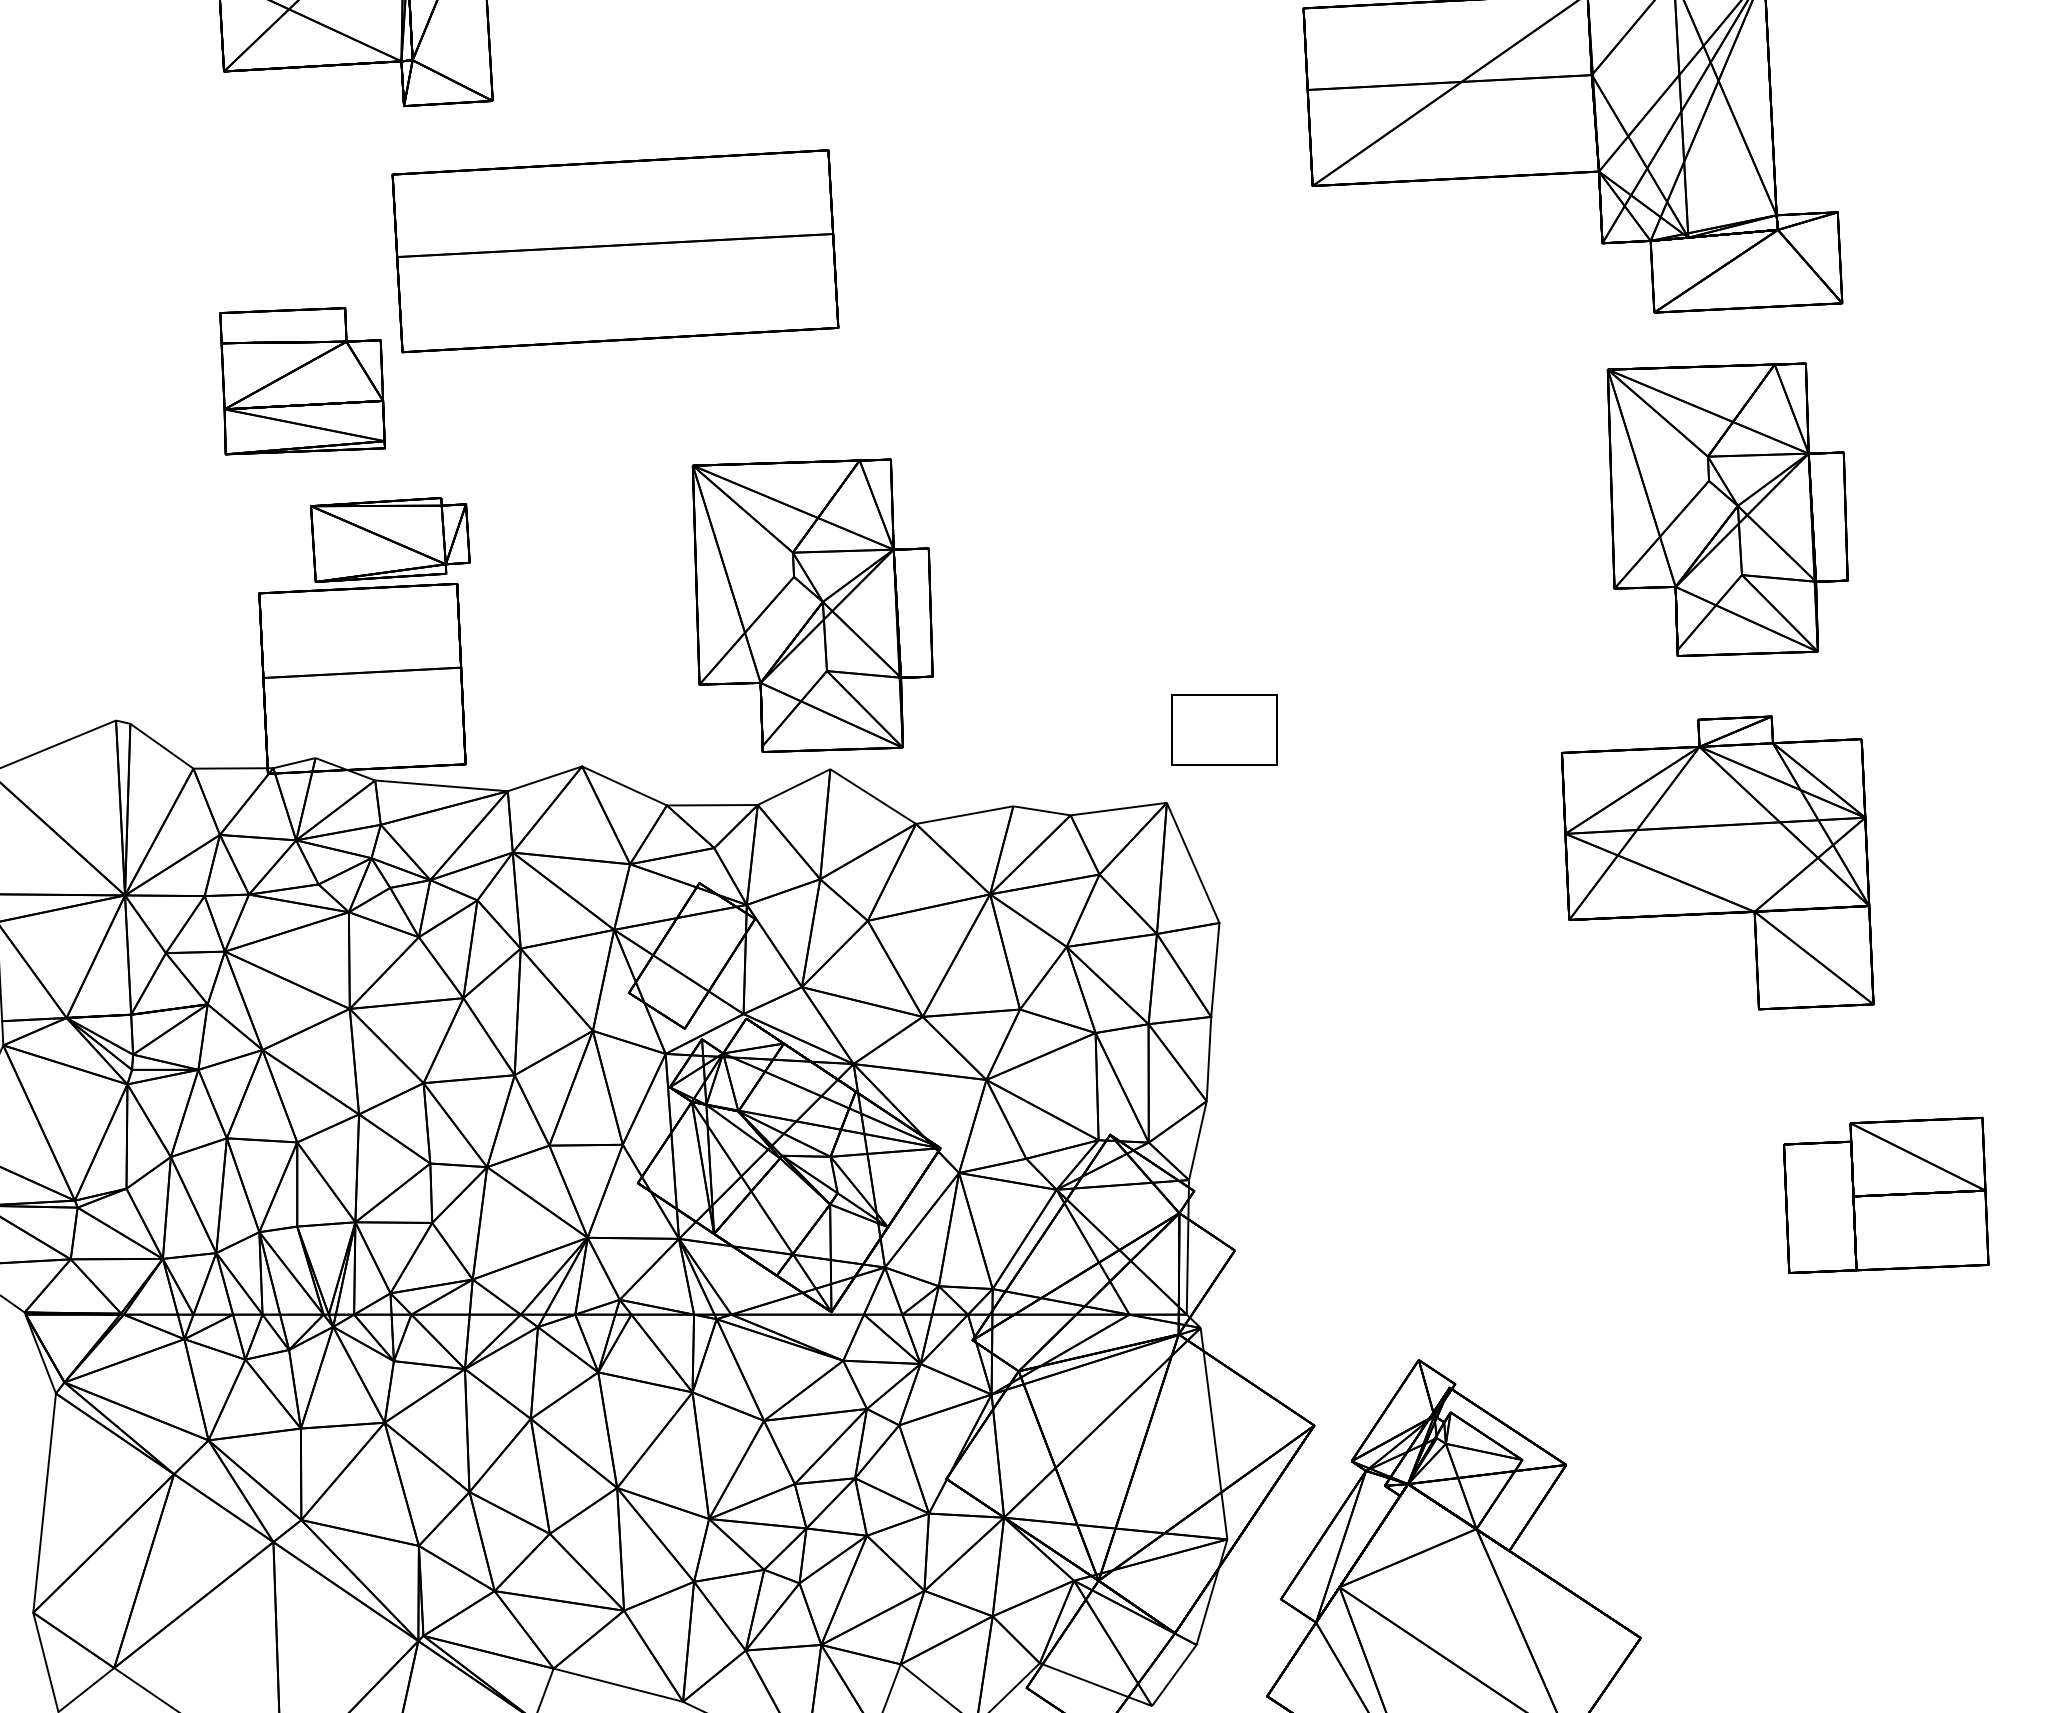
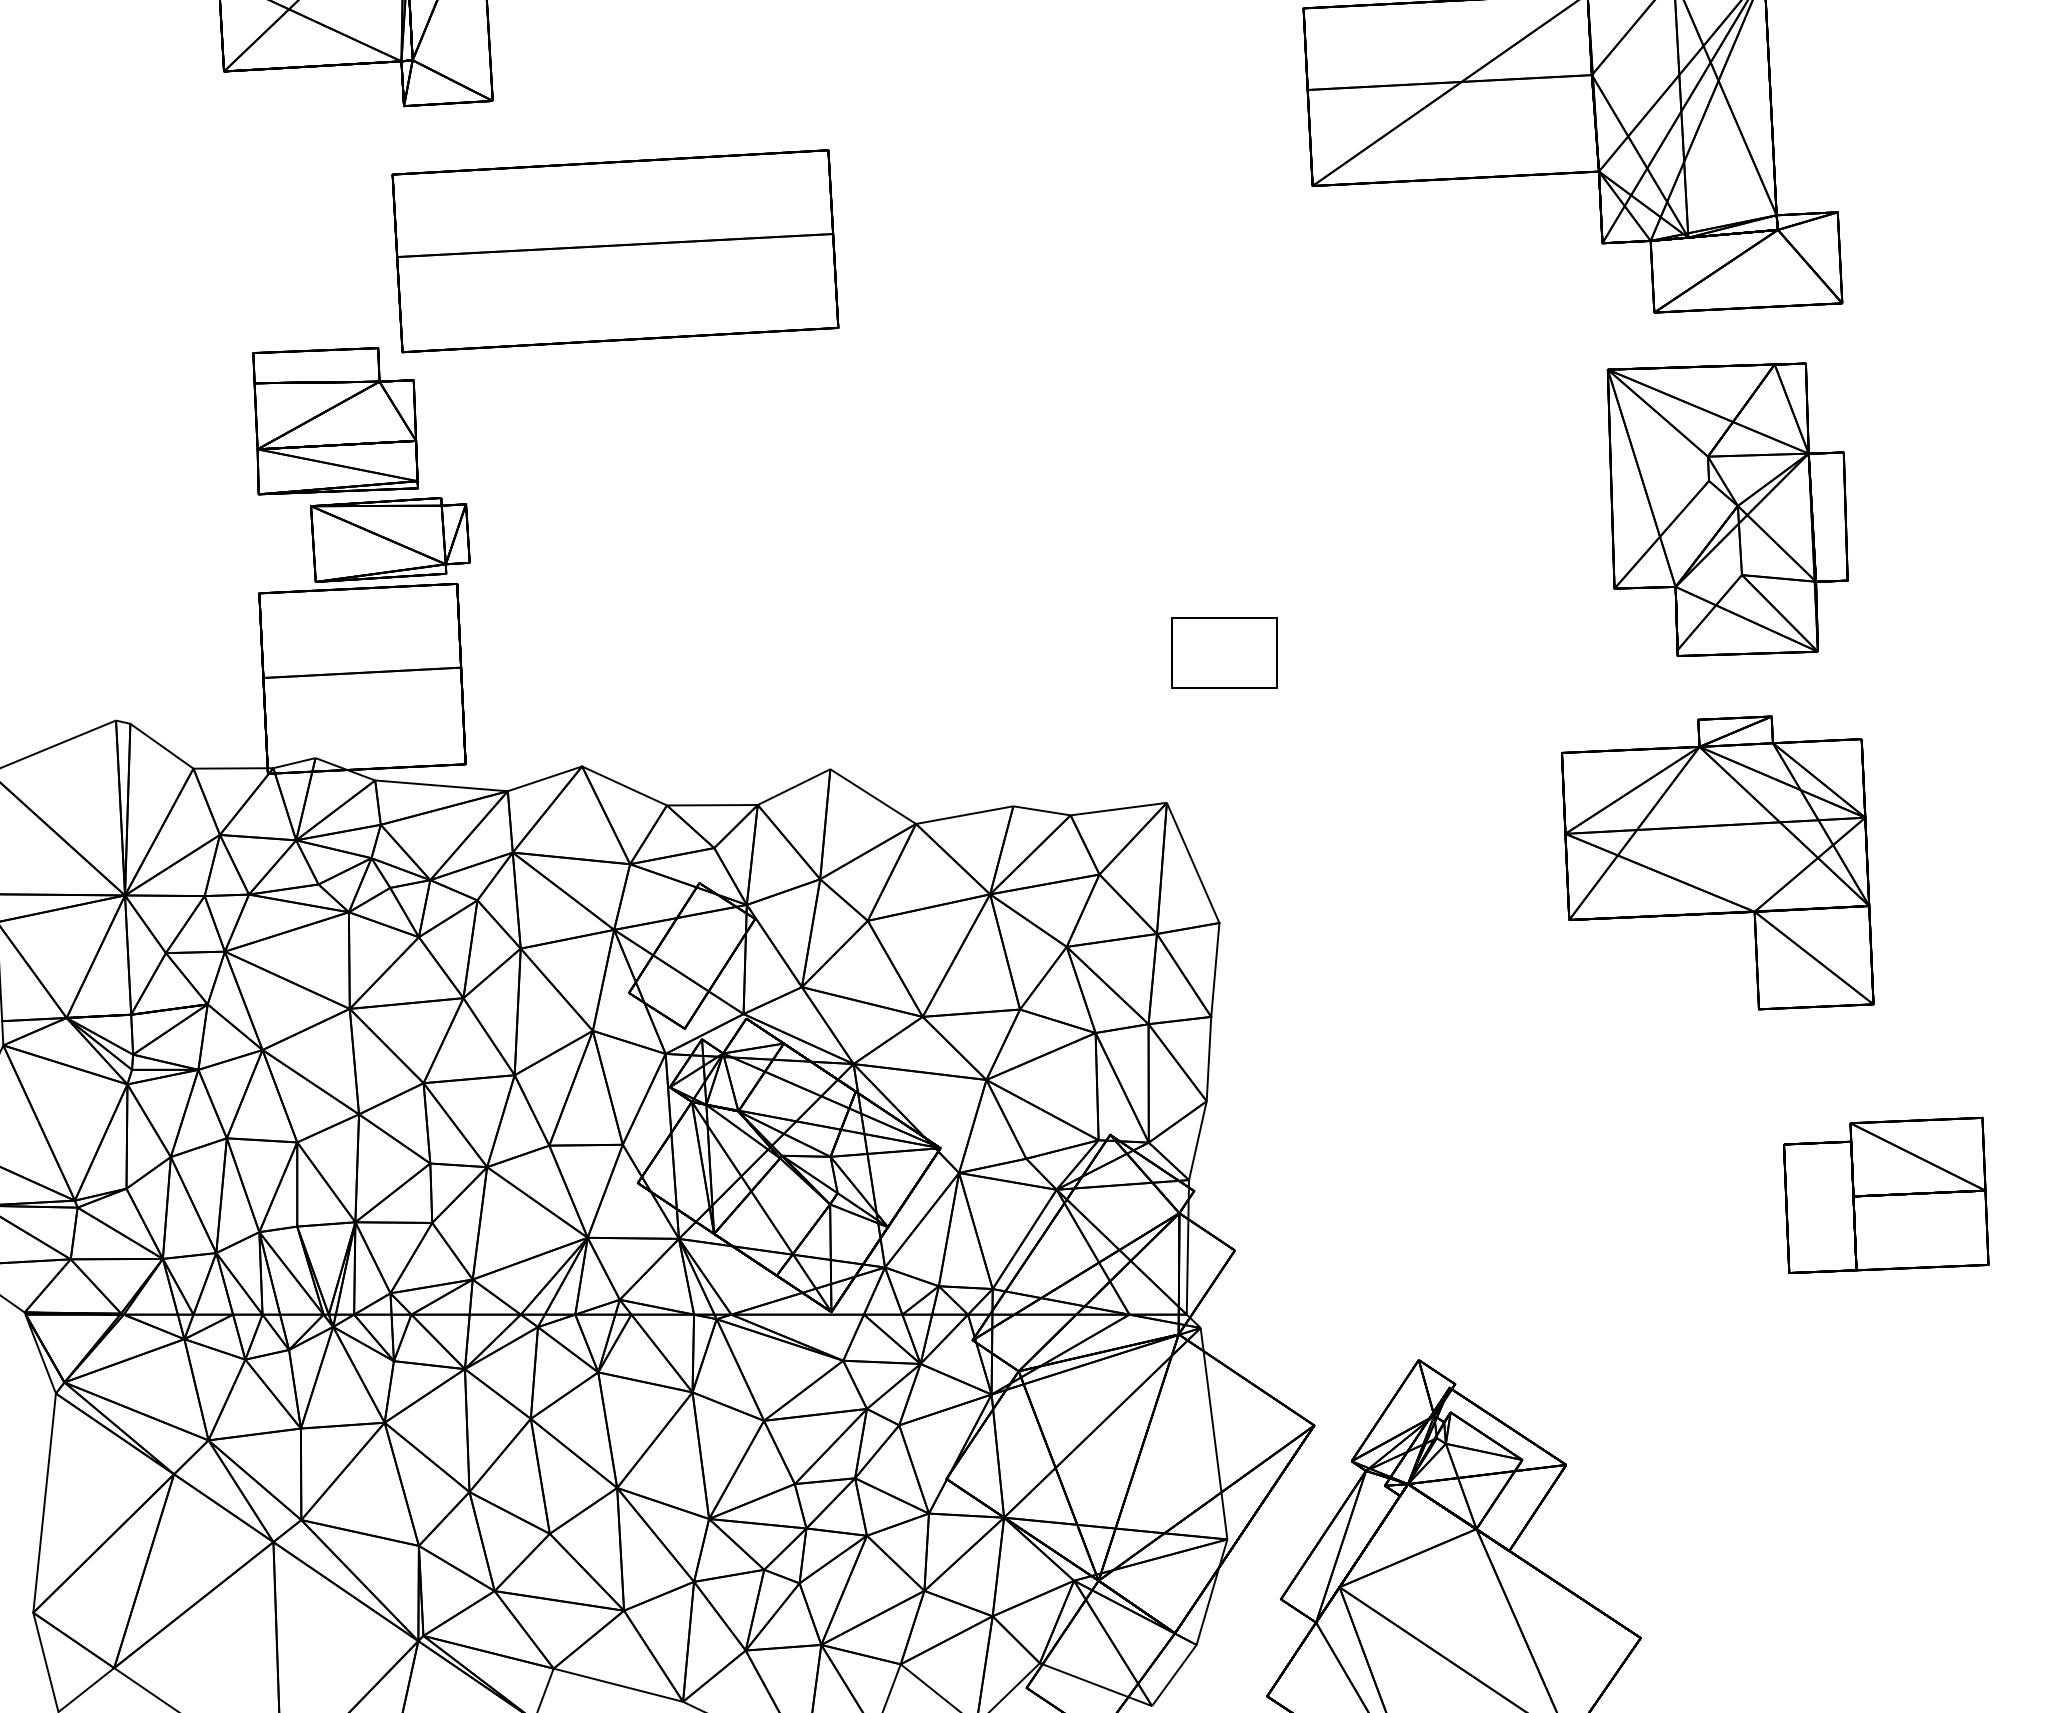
part at (302, 381) position: (302, 381) -> (335, 421)
part at (812, 605): present -> none
part at (1224, 729) position: (1224, 729) -> (1224, 652)
